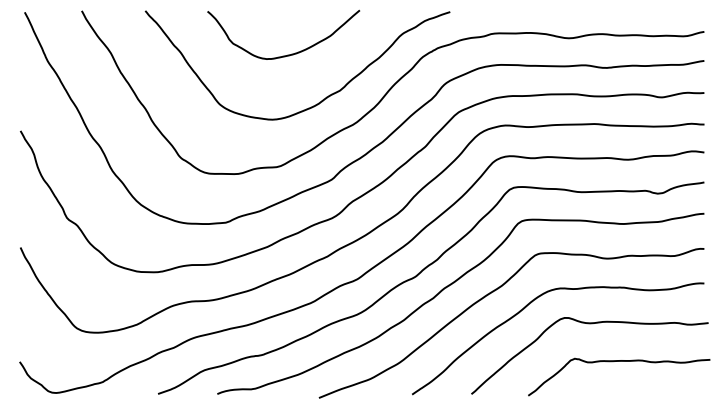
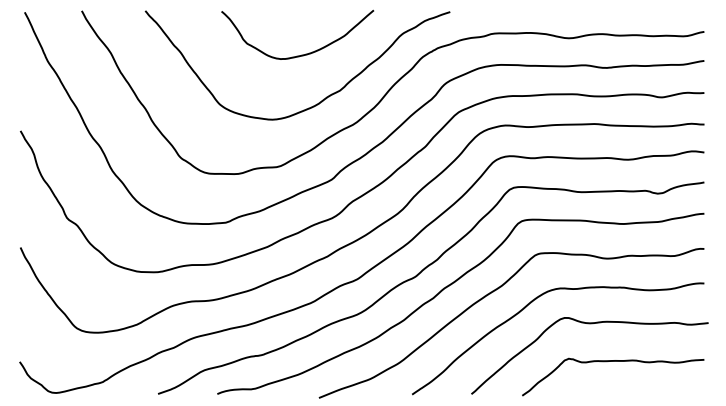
curve at (287, 54) position: (287, 54) -> (301, 54)
curve at (619, 361) position: (619, 361) -> (613, 361)
